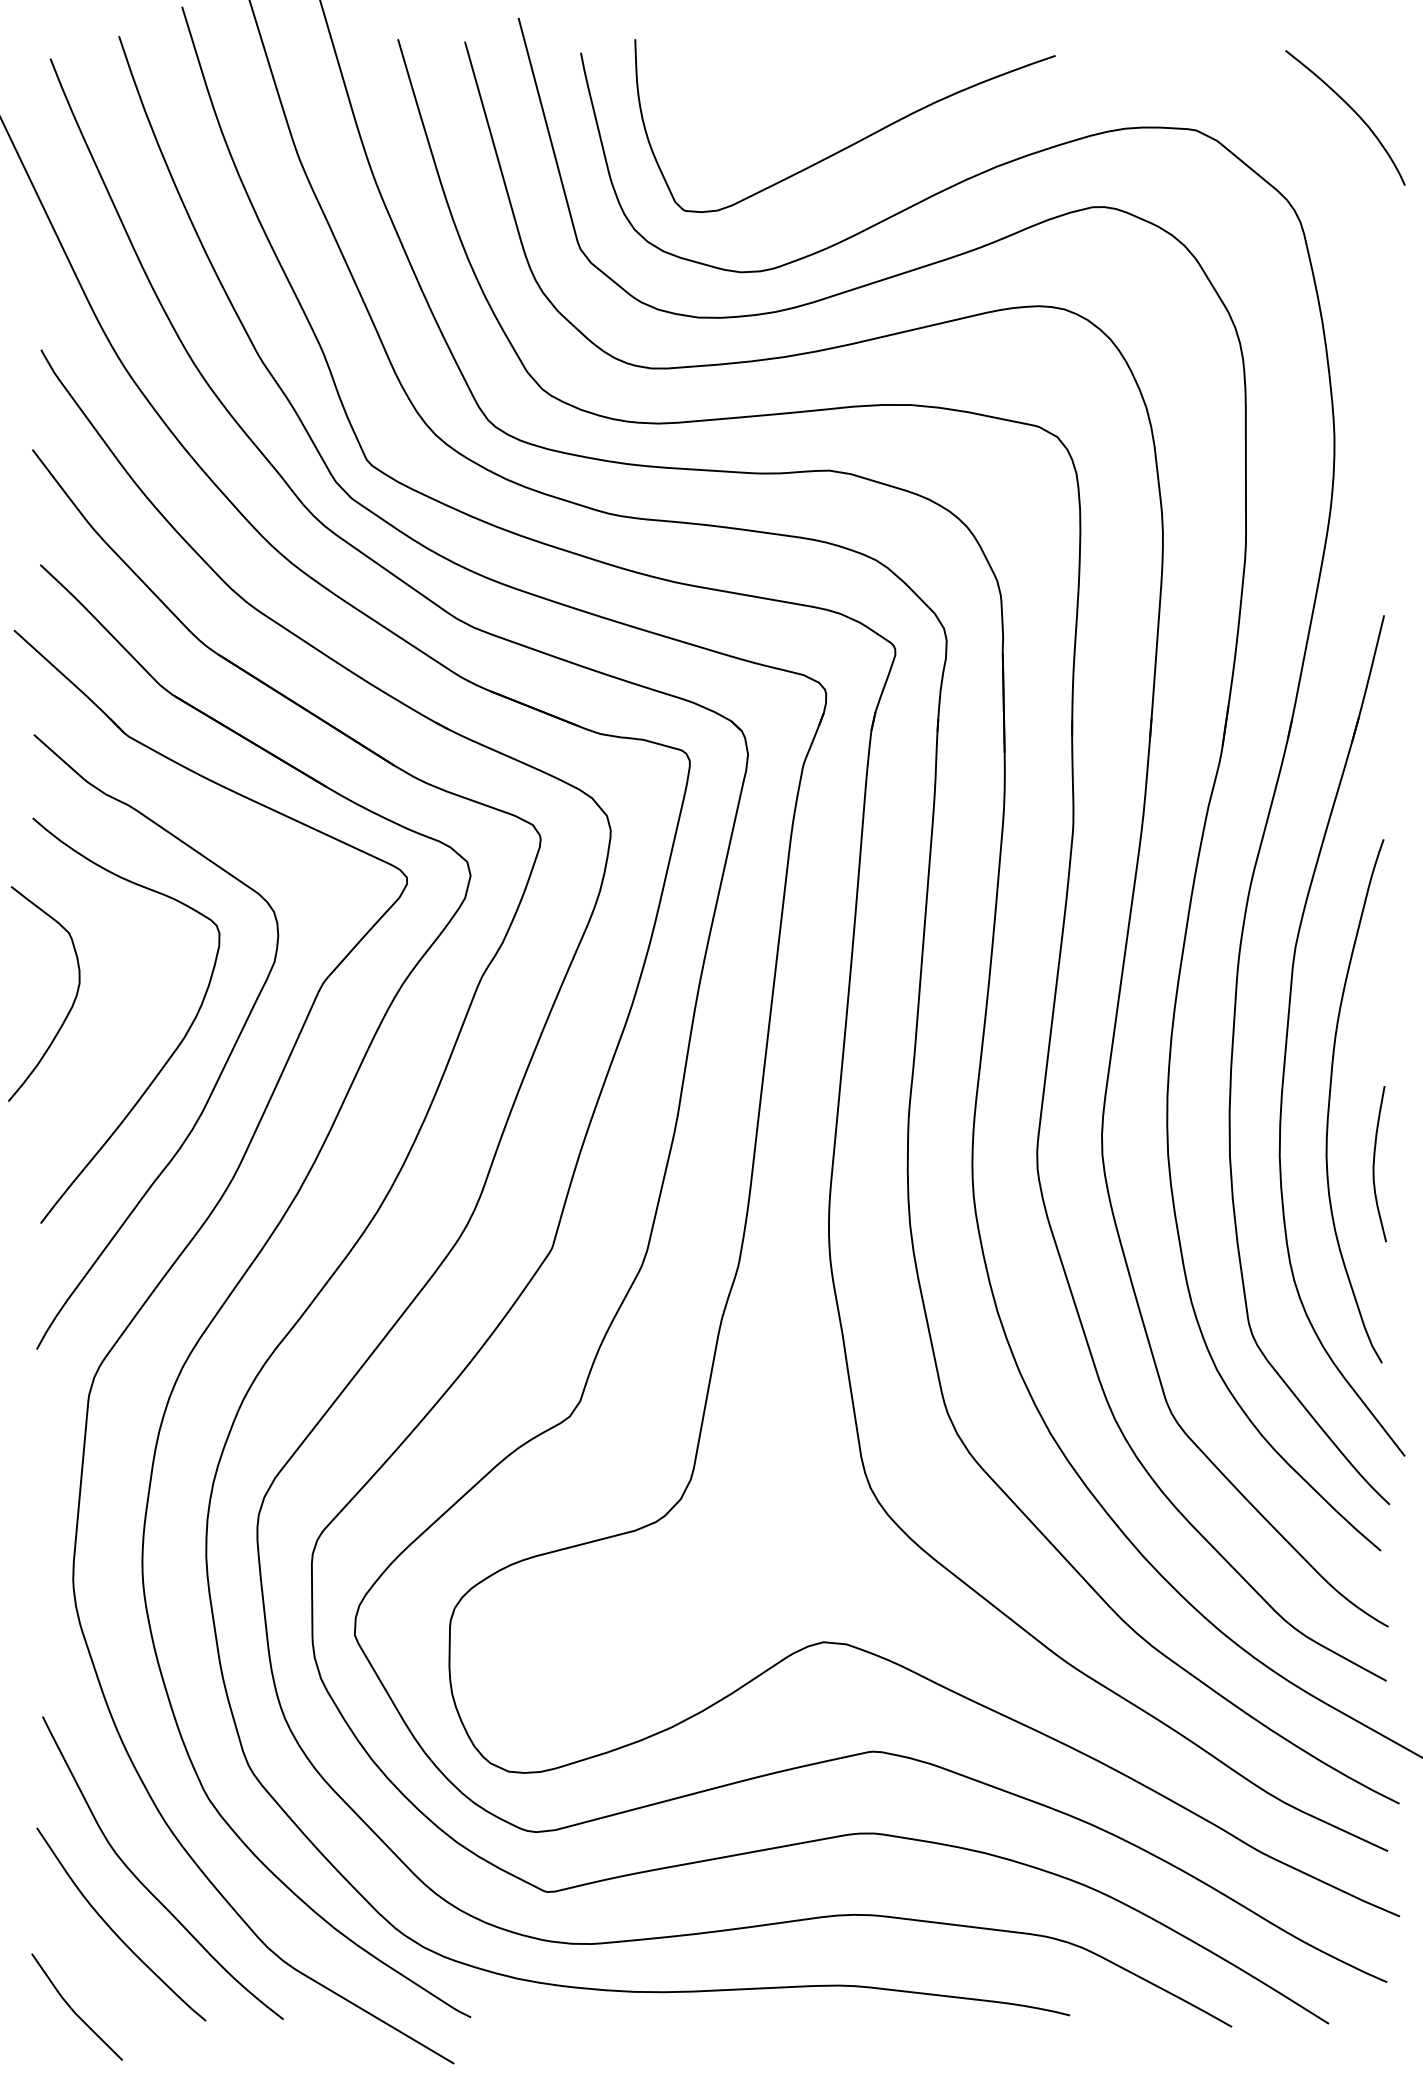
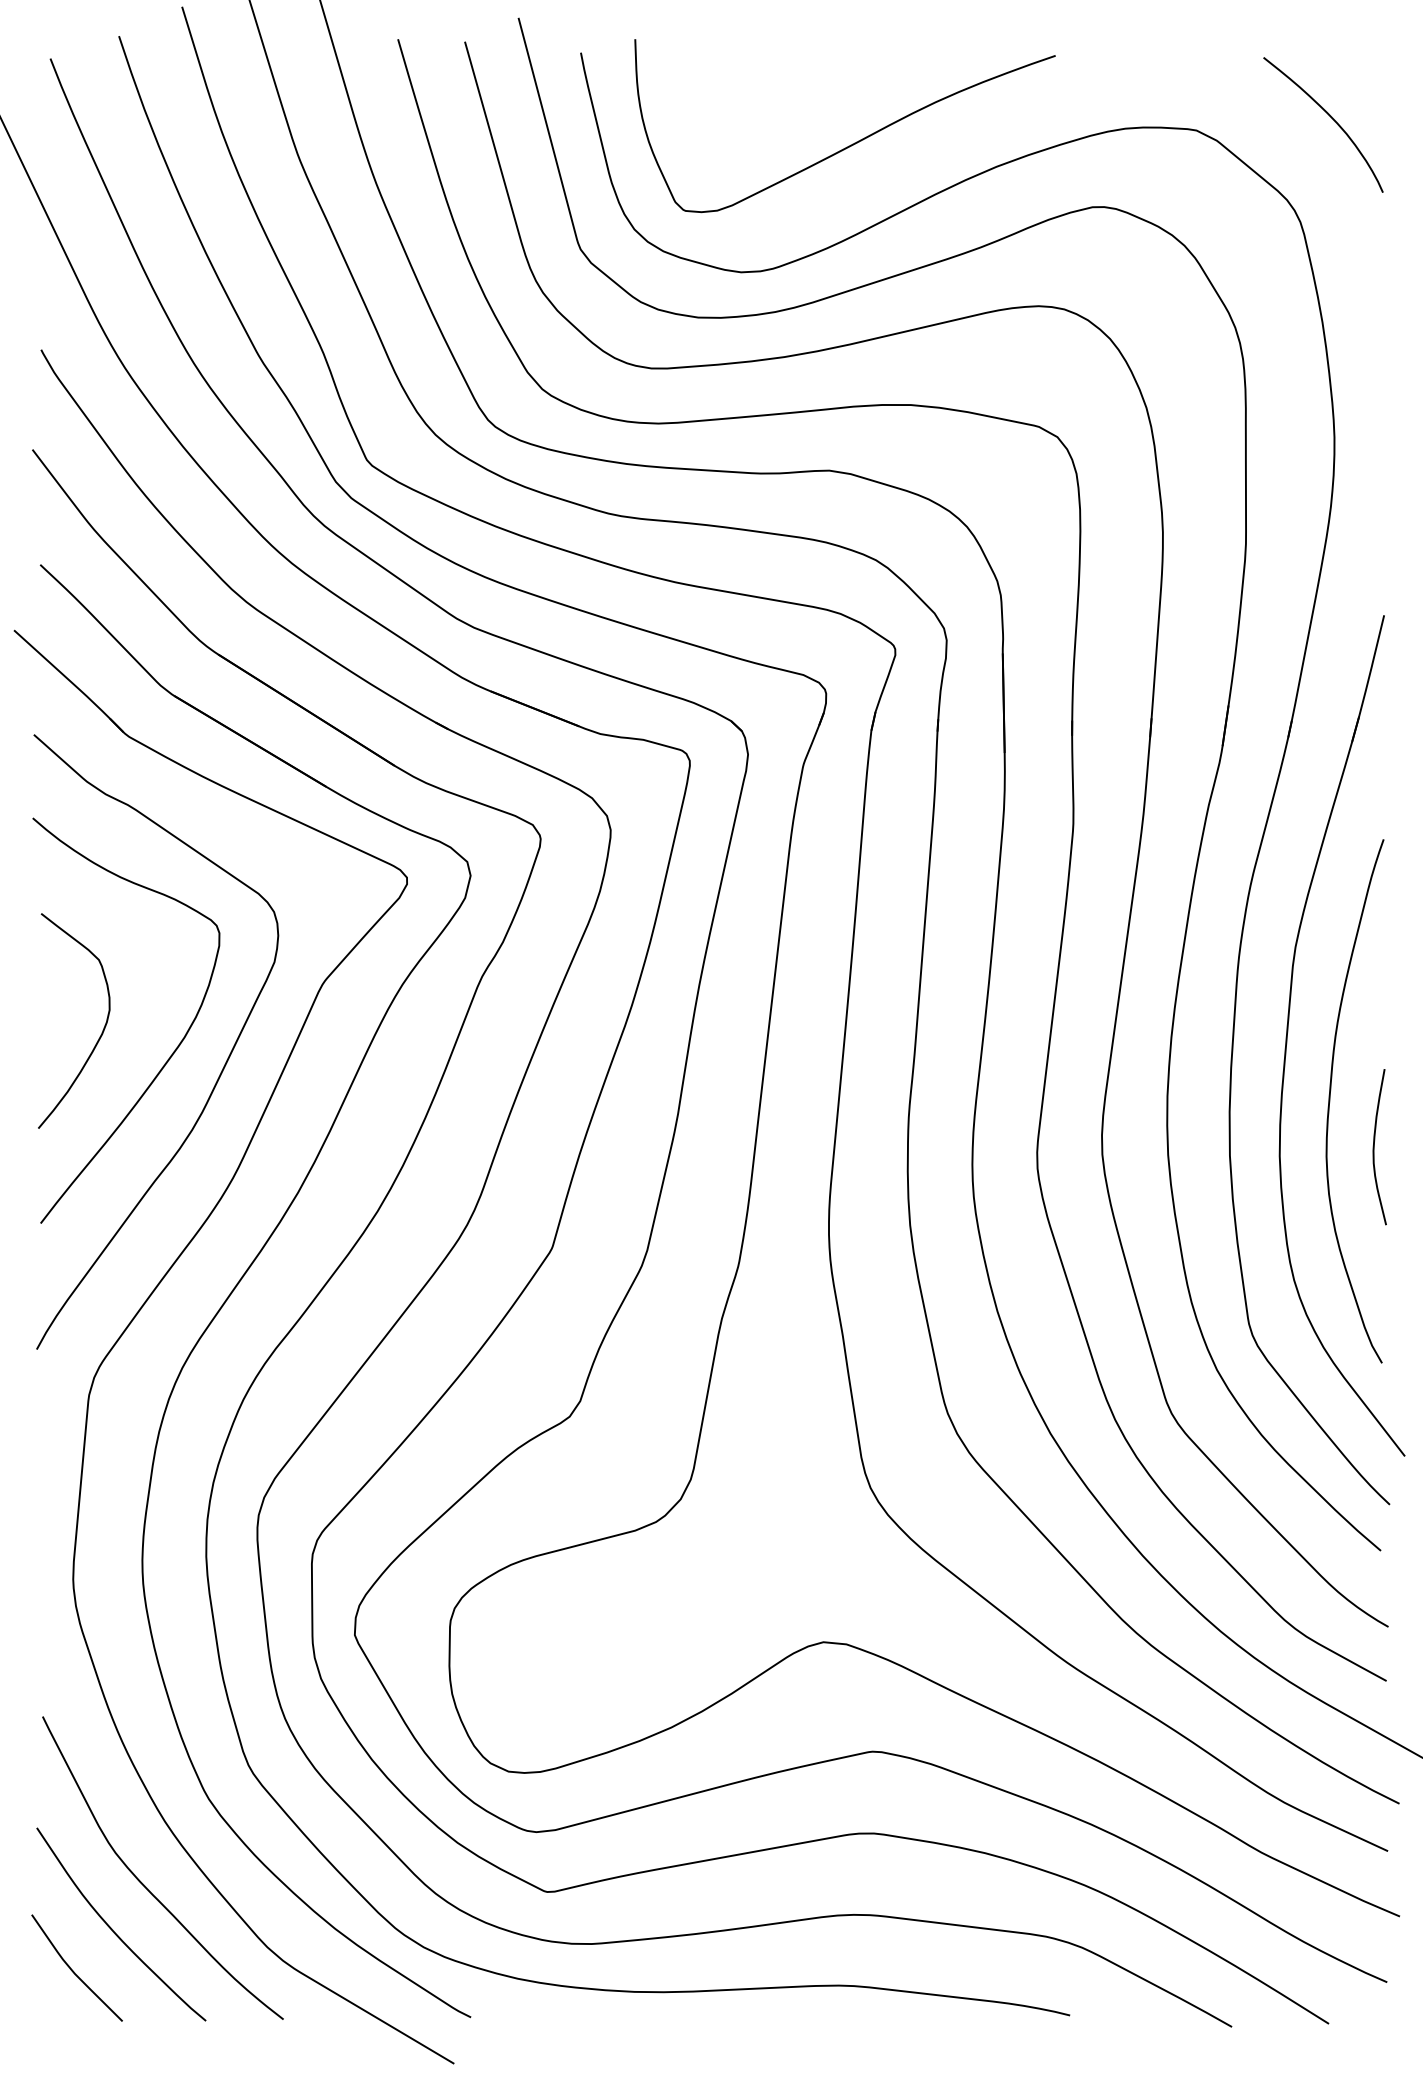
curve at (1352, 110) position: (1352, 110) -> (1330, 117)
curve at (70, 1007) position: (70, 1007) -> (100, 1034)
curve at (1374, 1164) position: (1374, 1164) -> (1374, 1147)
curve at (73, 2009) position: (73, 2009) -> (73, 1970)
